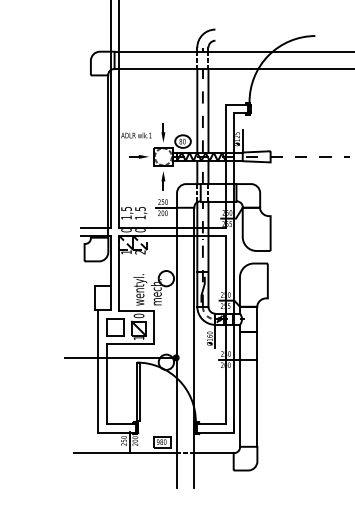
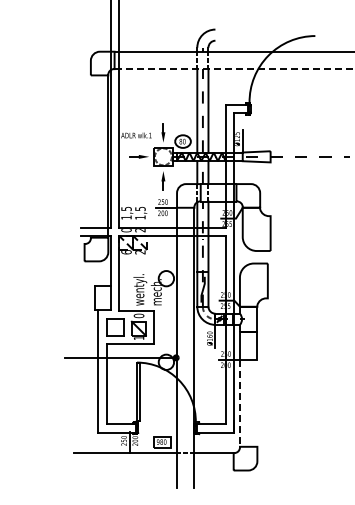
line at (234, 69): solid -> dashed
text at (140, 230): 0 -> 2
text at (126, 252): 1 -> 6
line at (257, 402): present -> none
line at (239, 403): solid -> dashed
